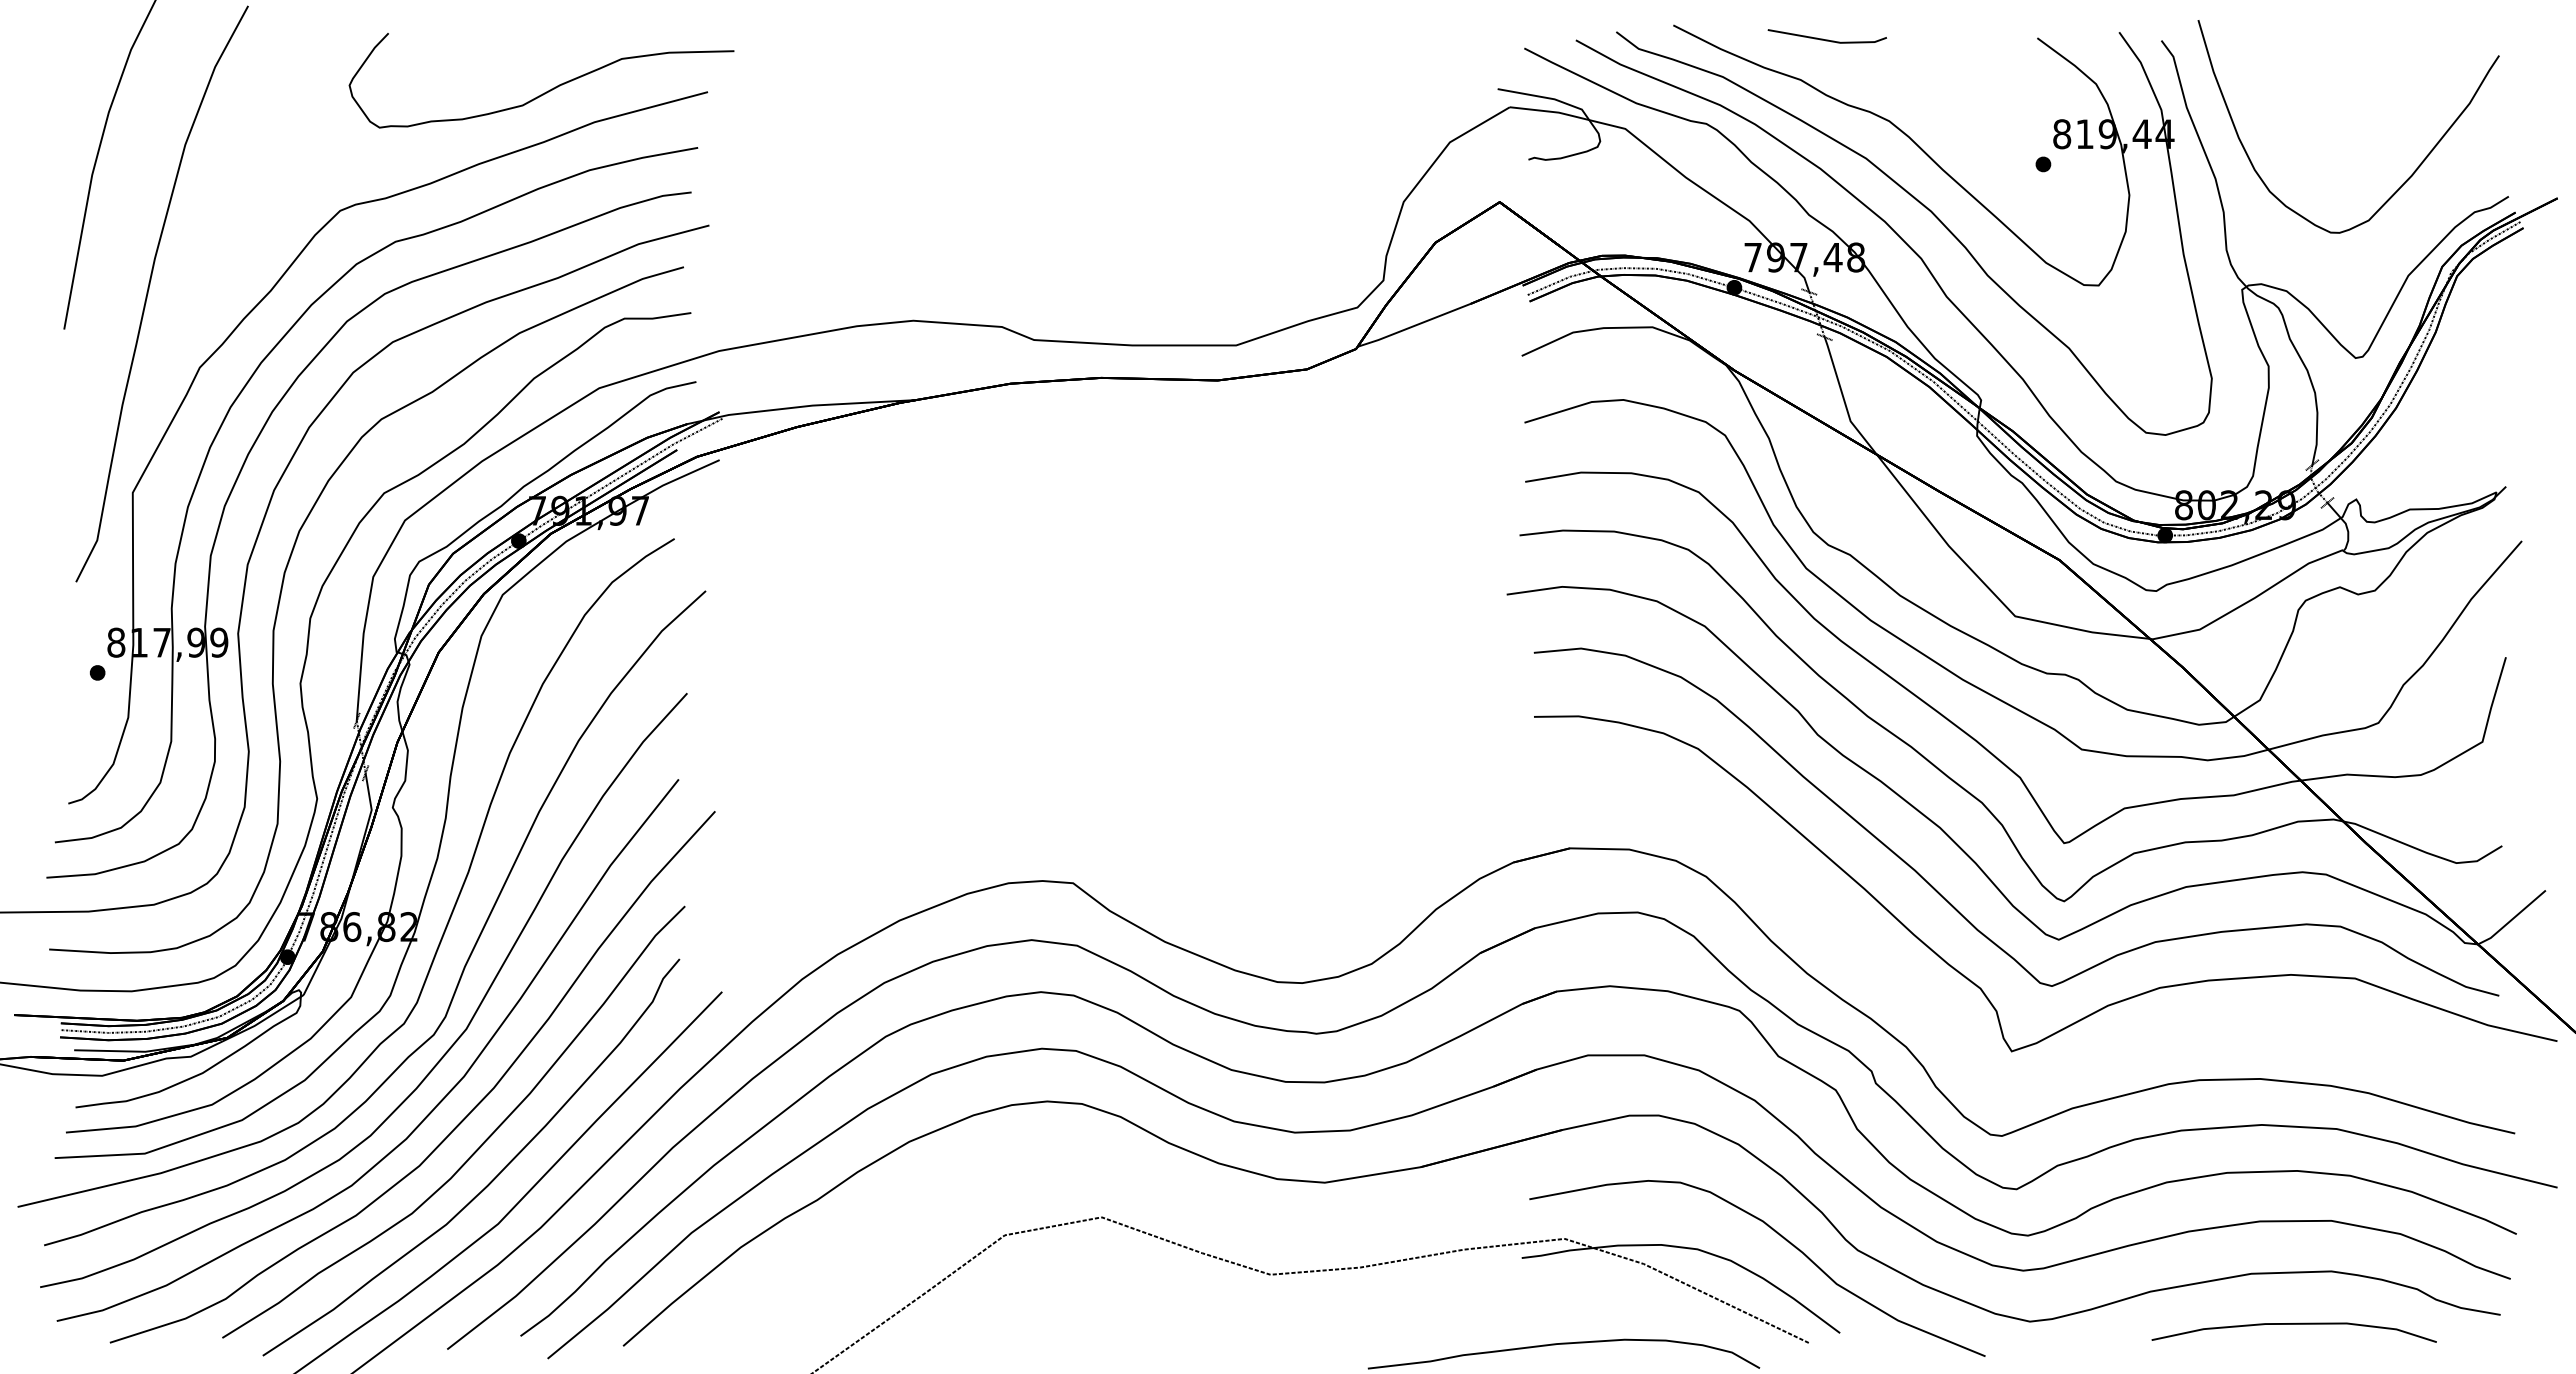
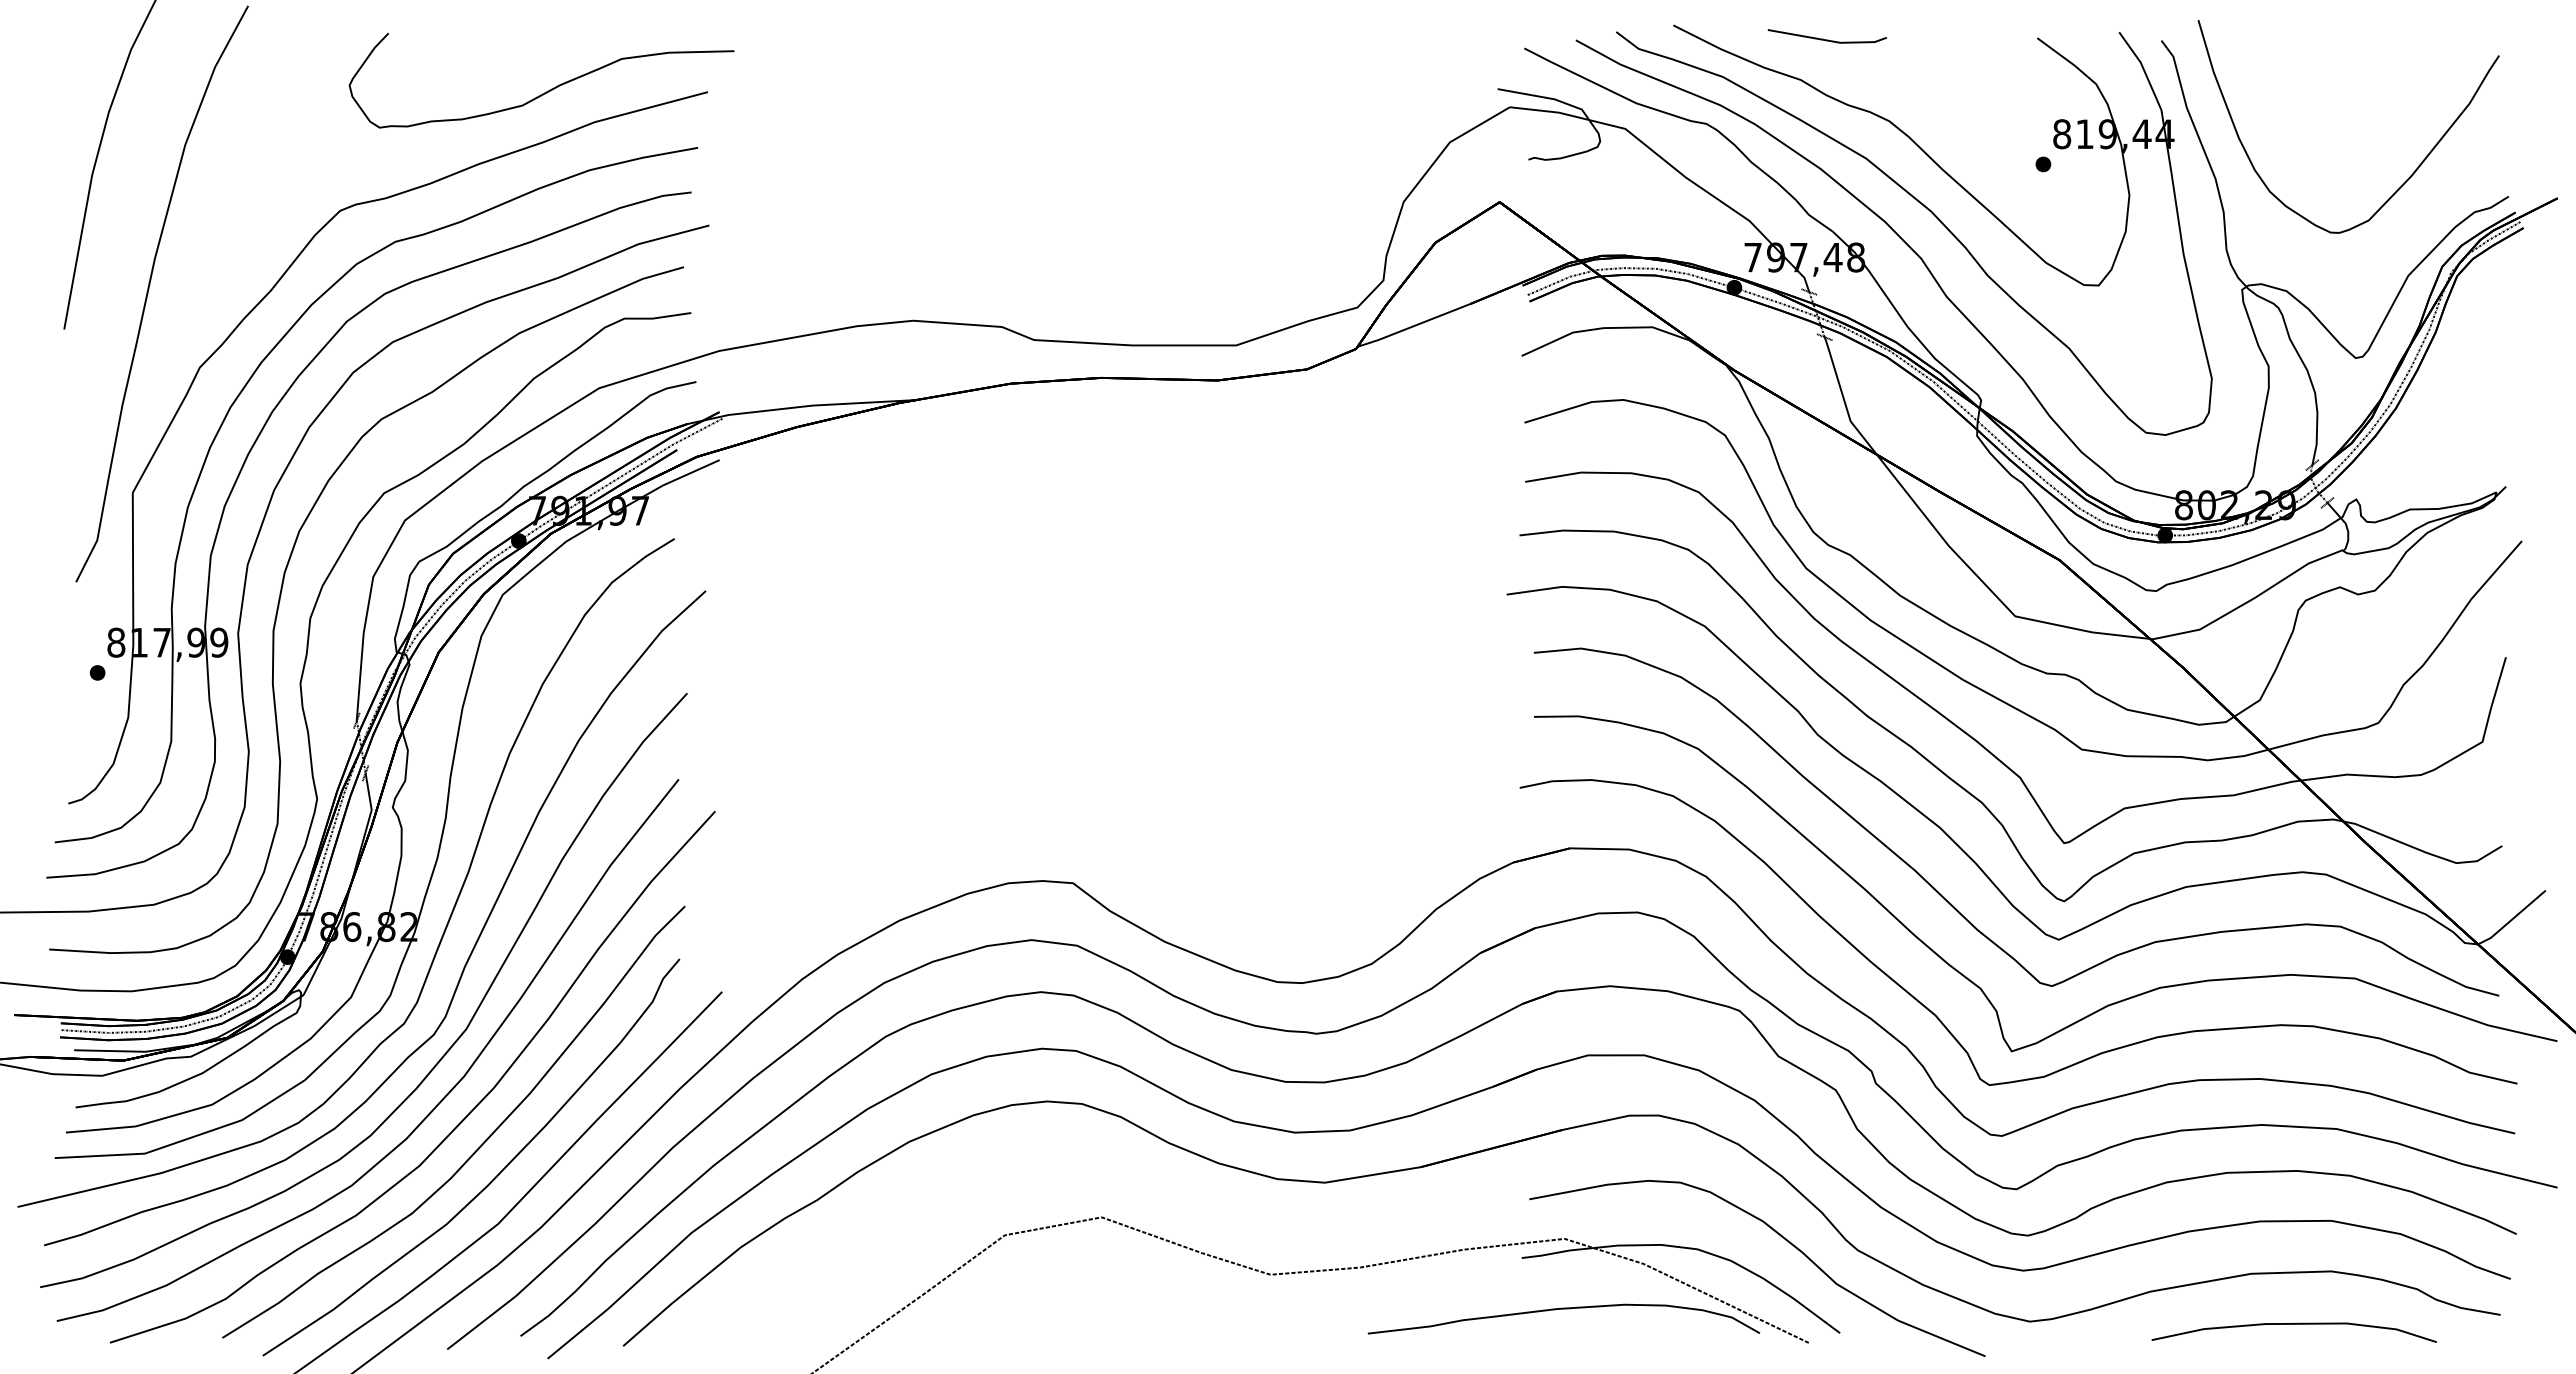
part at (1935, 1014): none -> present
part at (1563, 1344) position: (1563, 1344) -> (1563, 1309)
